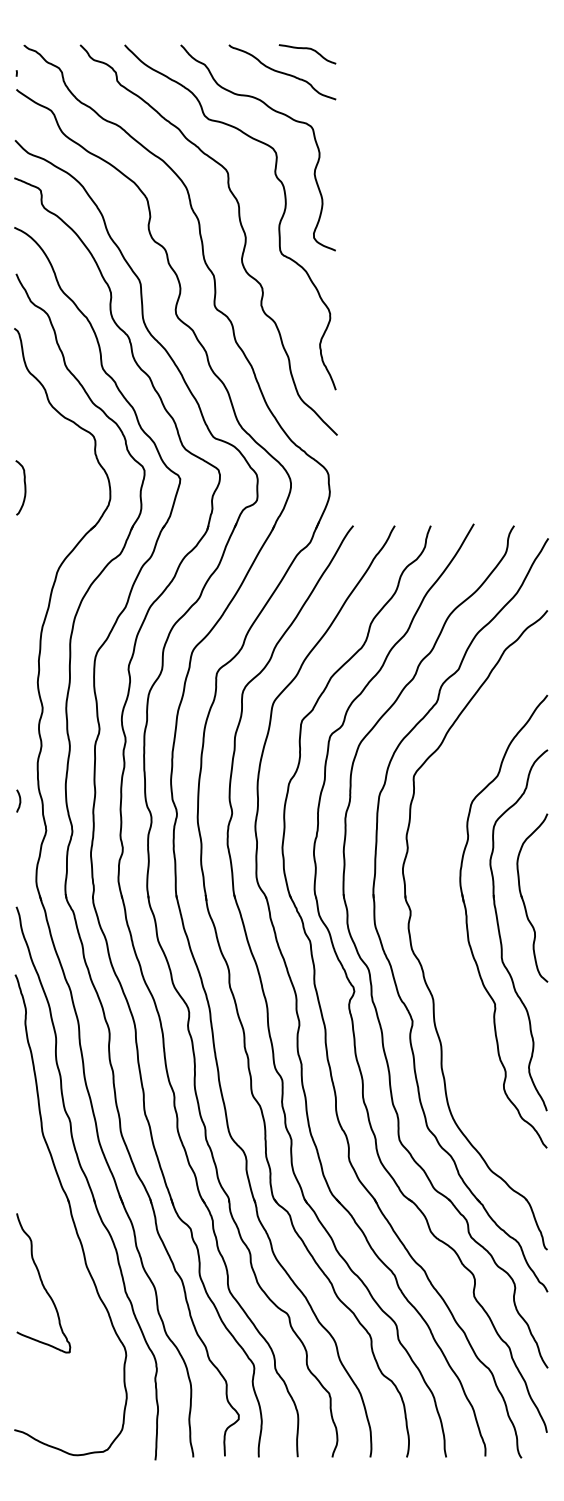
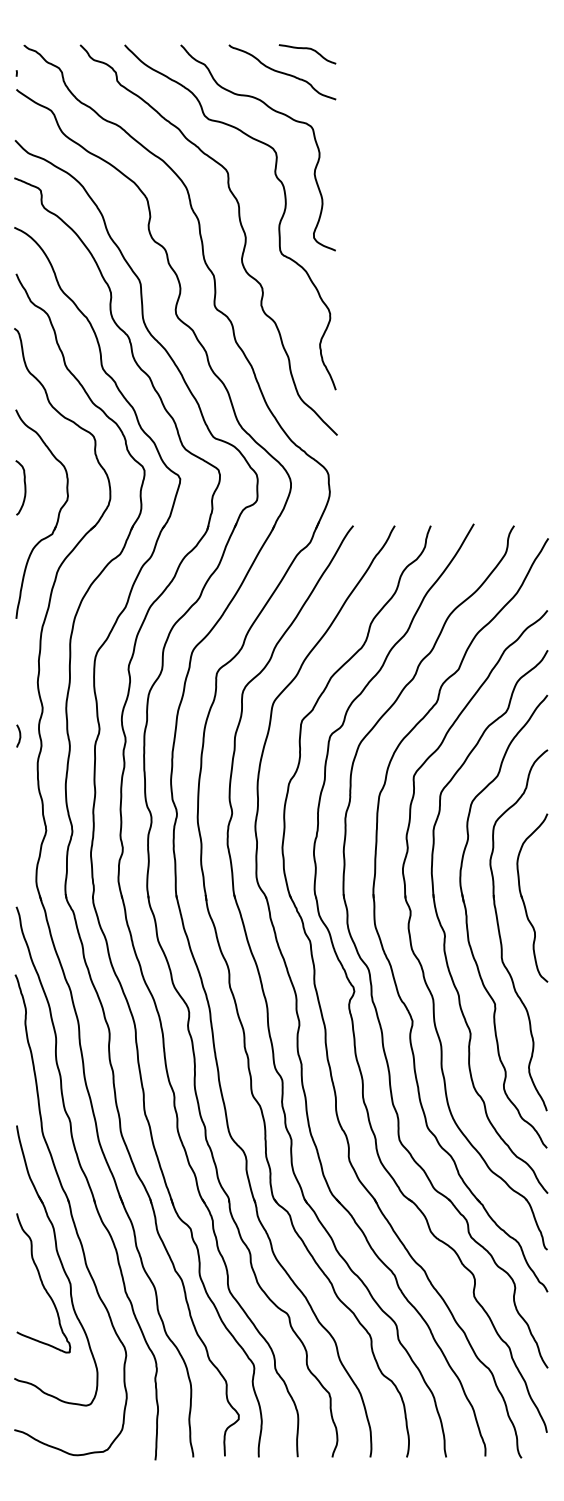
part at (57, 516): none -> present
curve at (19, 800) position: (19, 800) -> (19, 735)
part at (445, 932): none -> present
part at (56, 1265): none -> present
